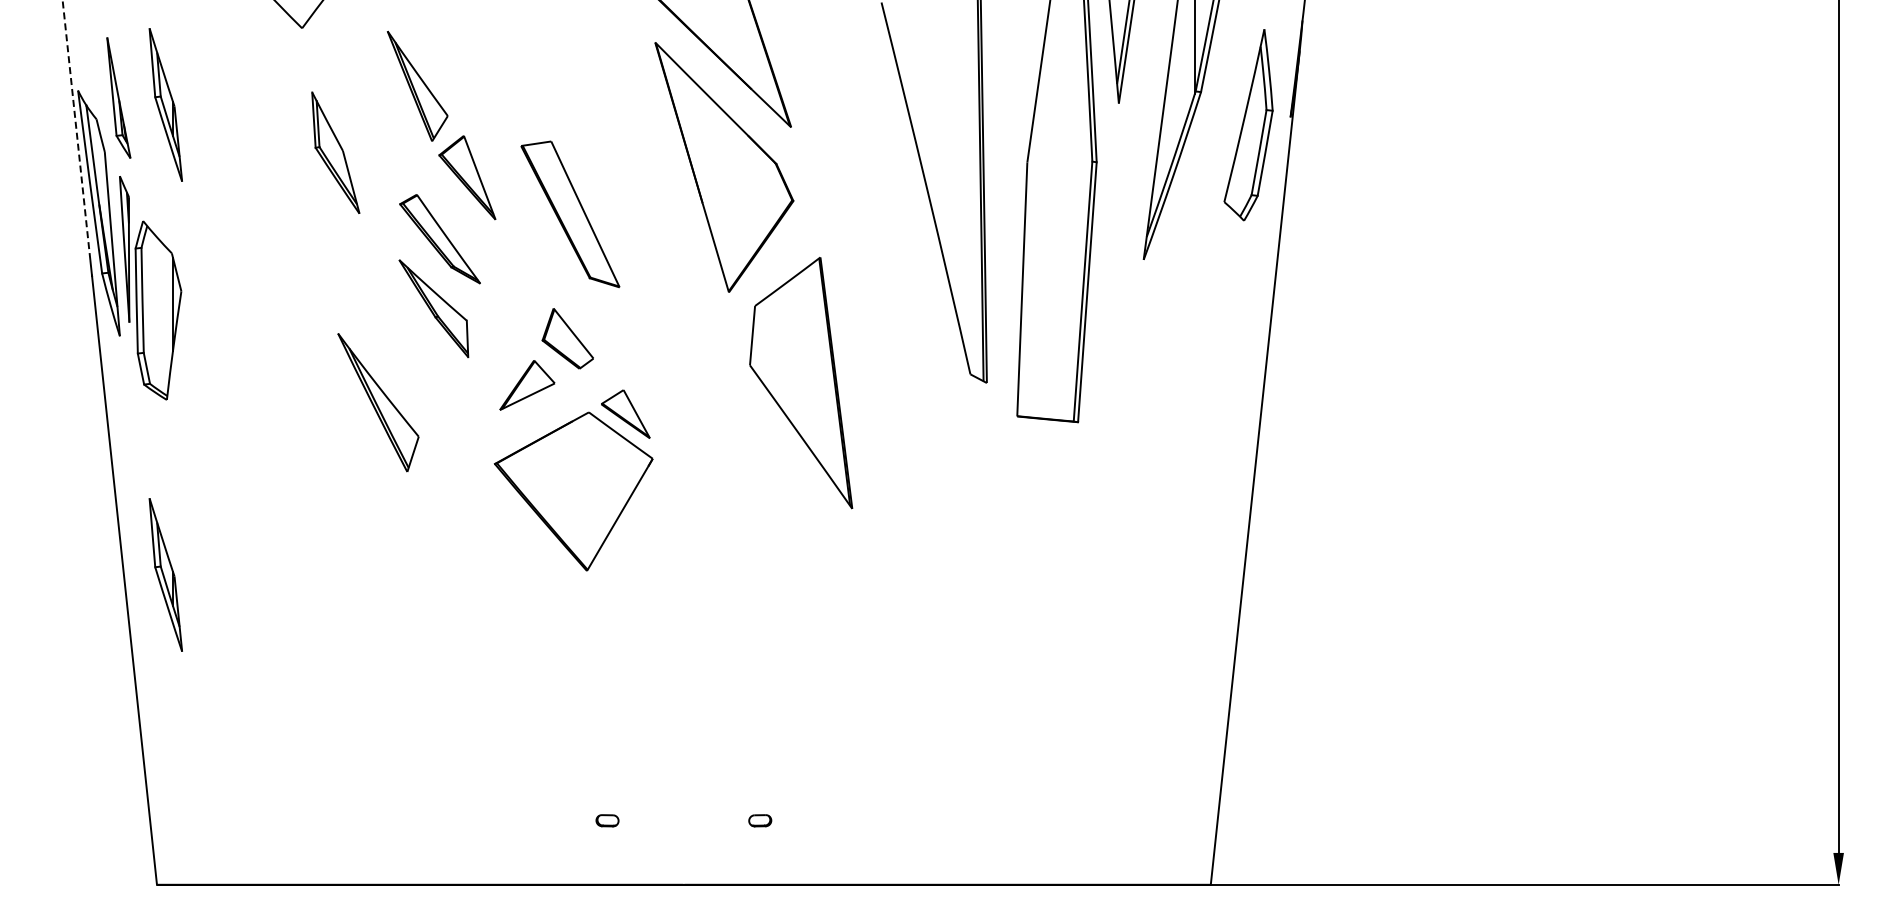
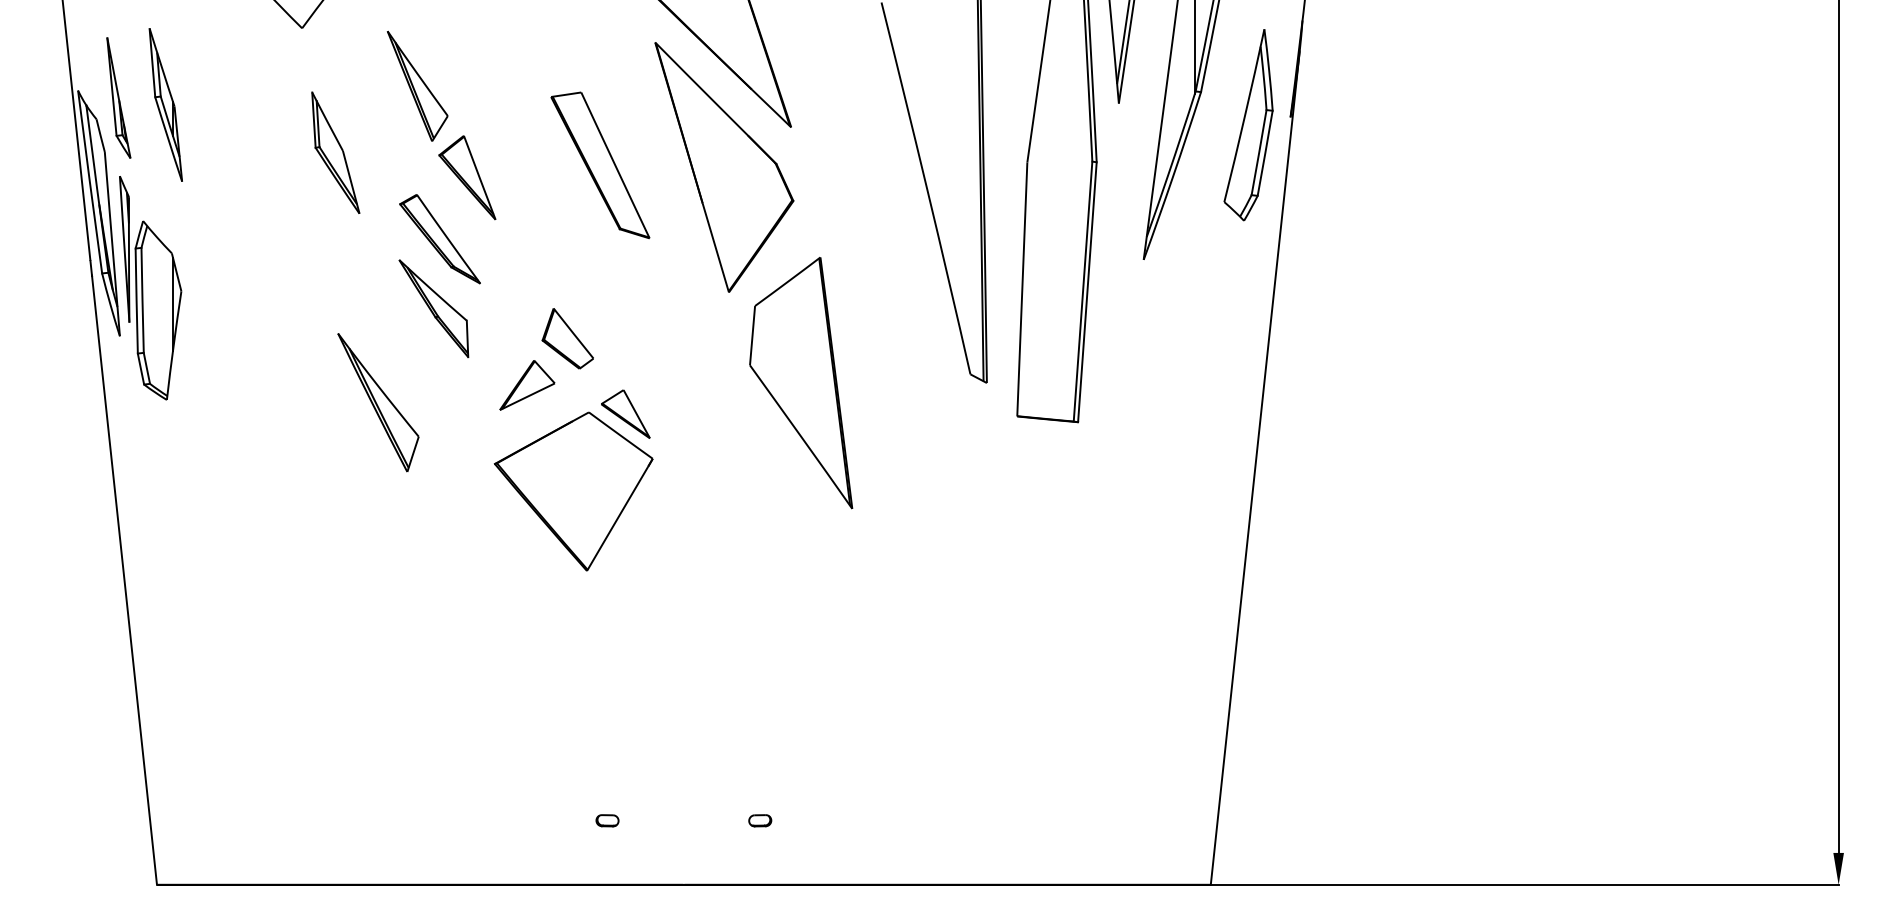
line at (76, 130): dashed -> solid
part at (570, 214) position: (570, 214) -> (600, 165)
part at (165, 574): present -> none
